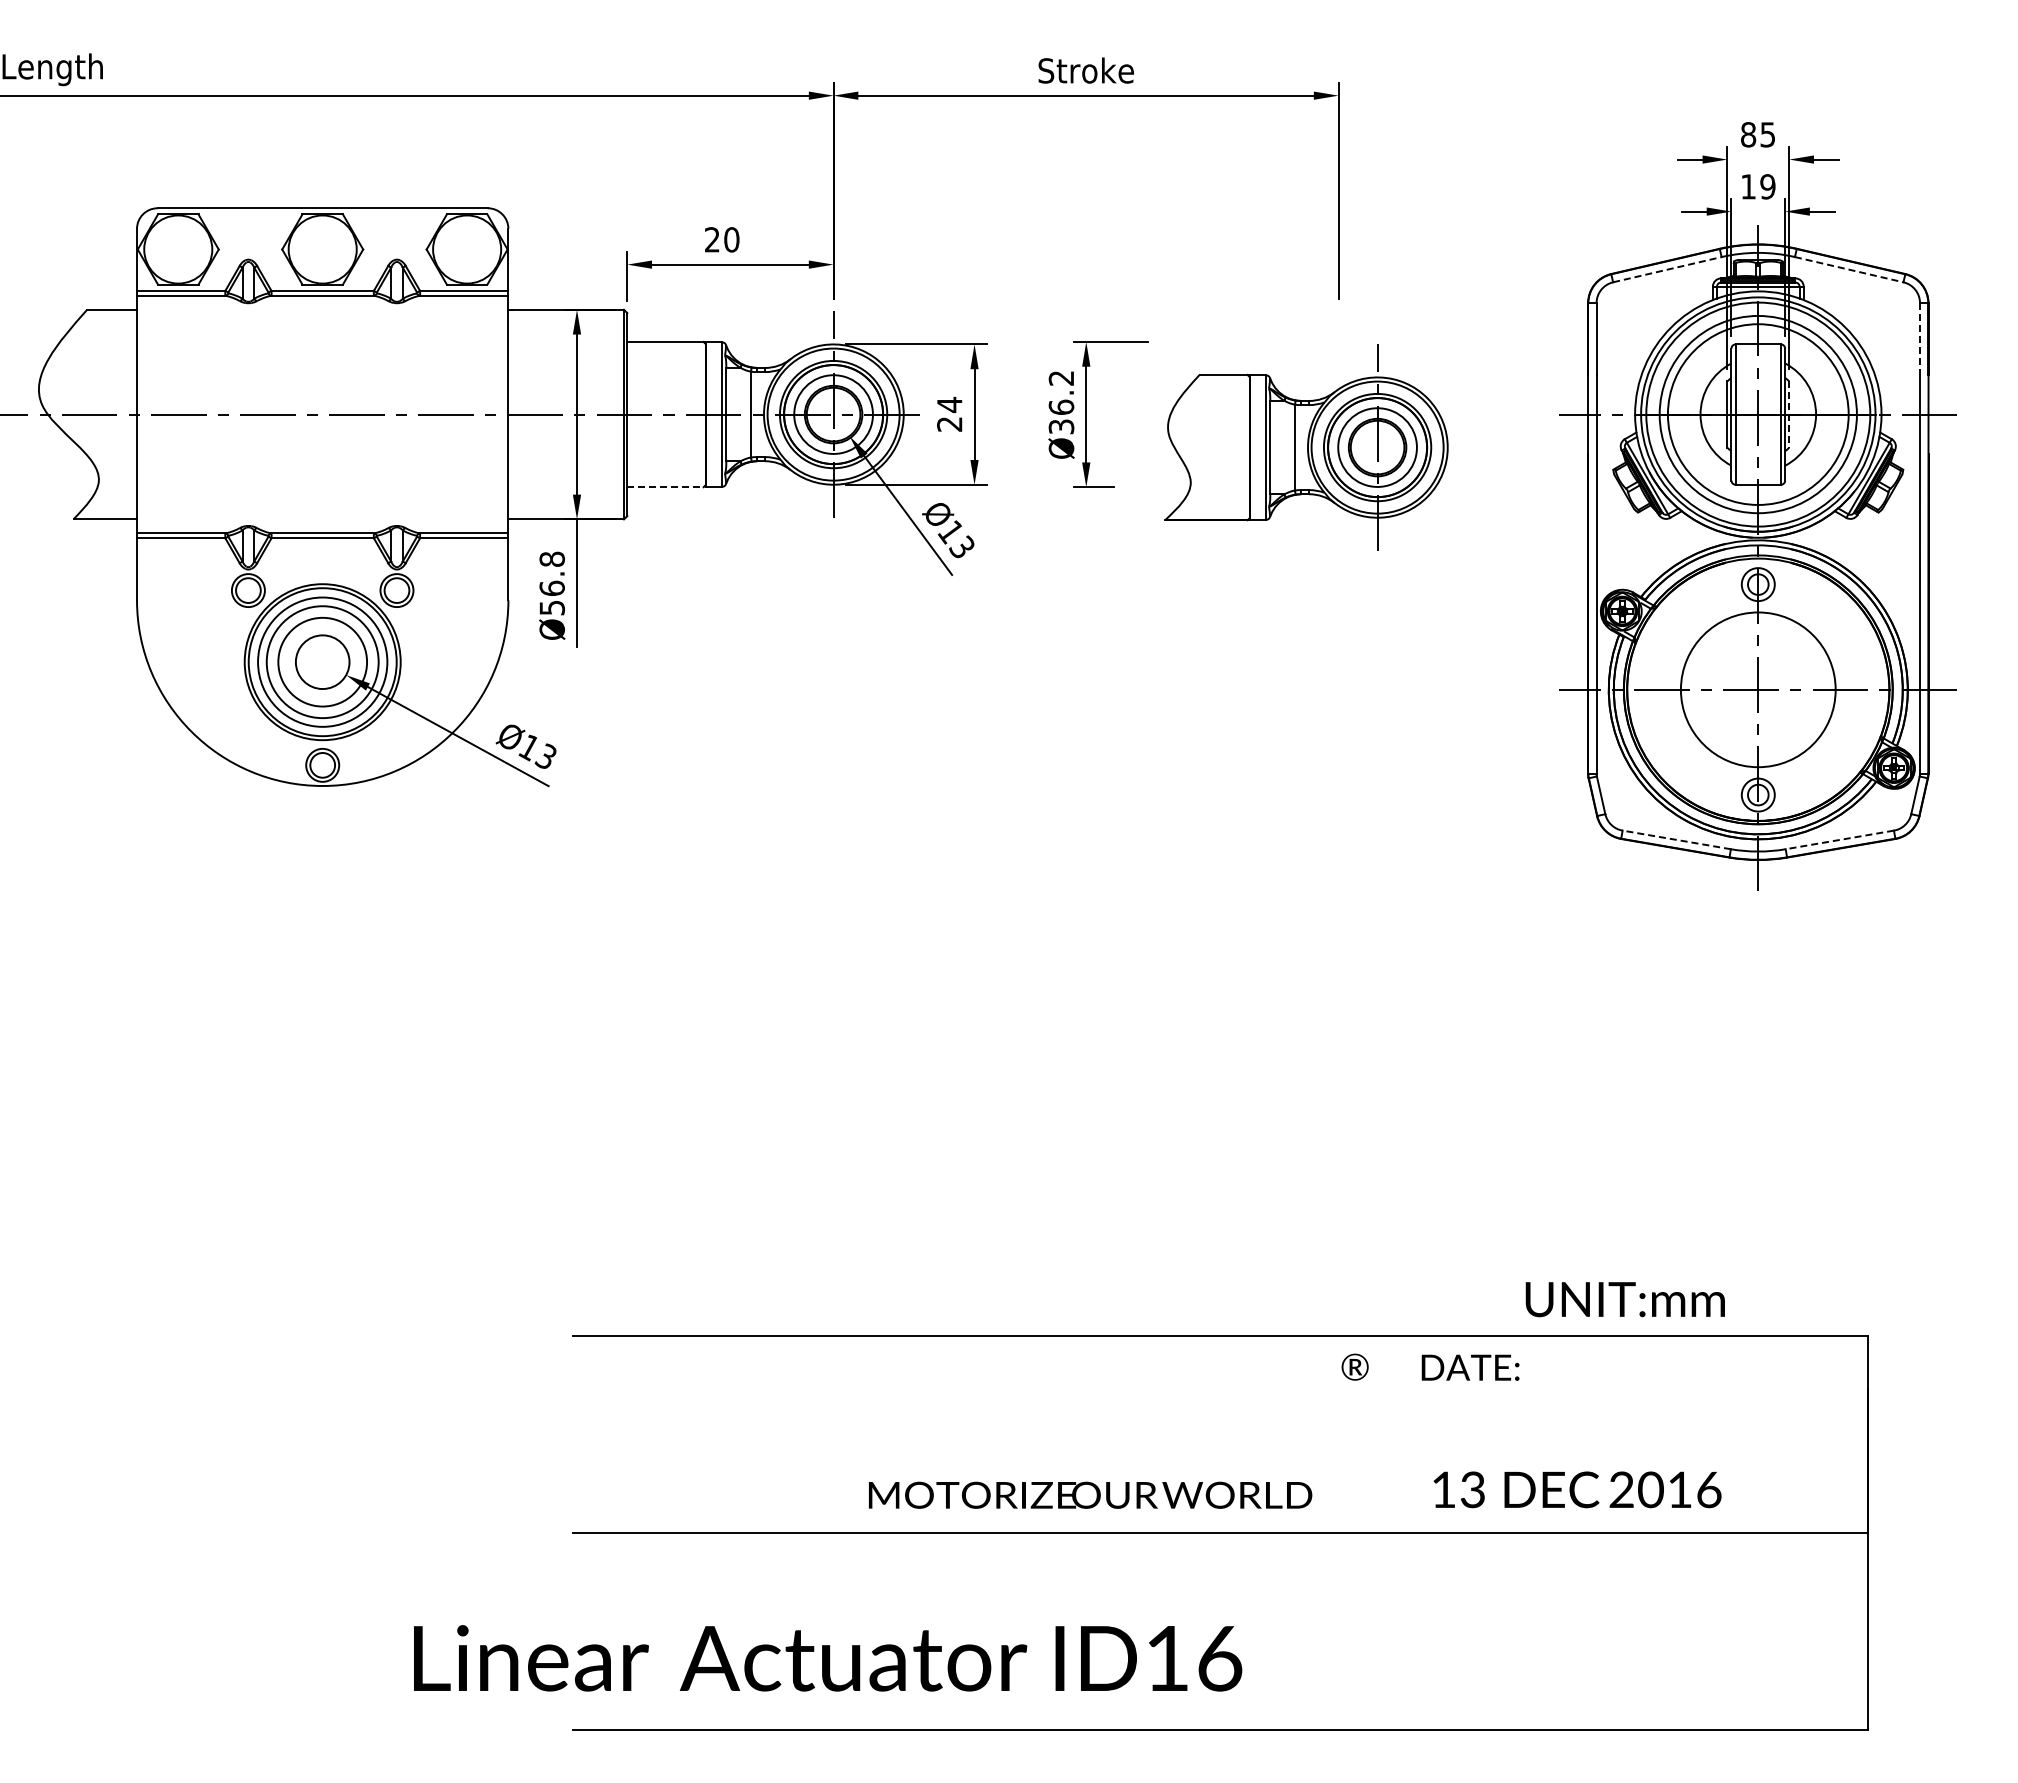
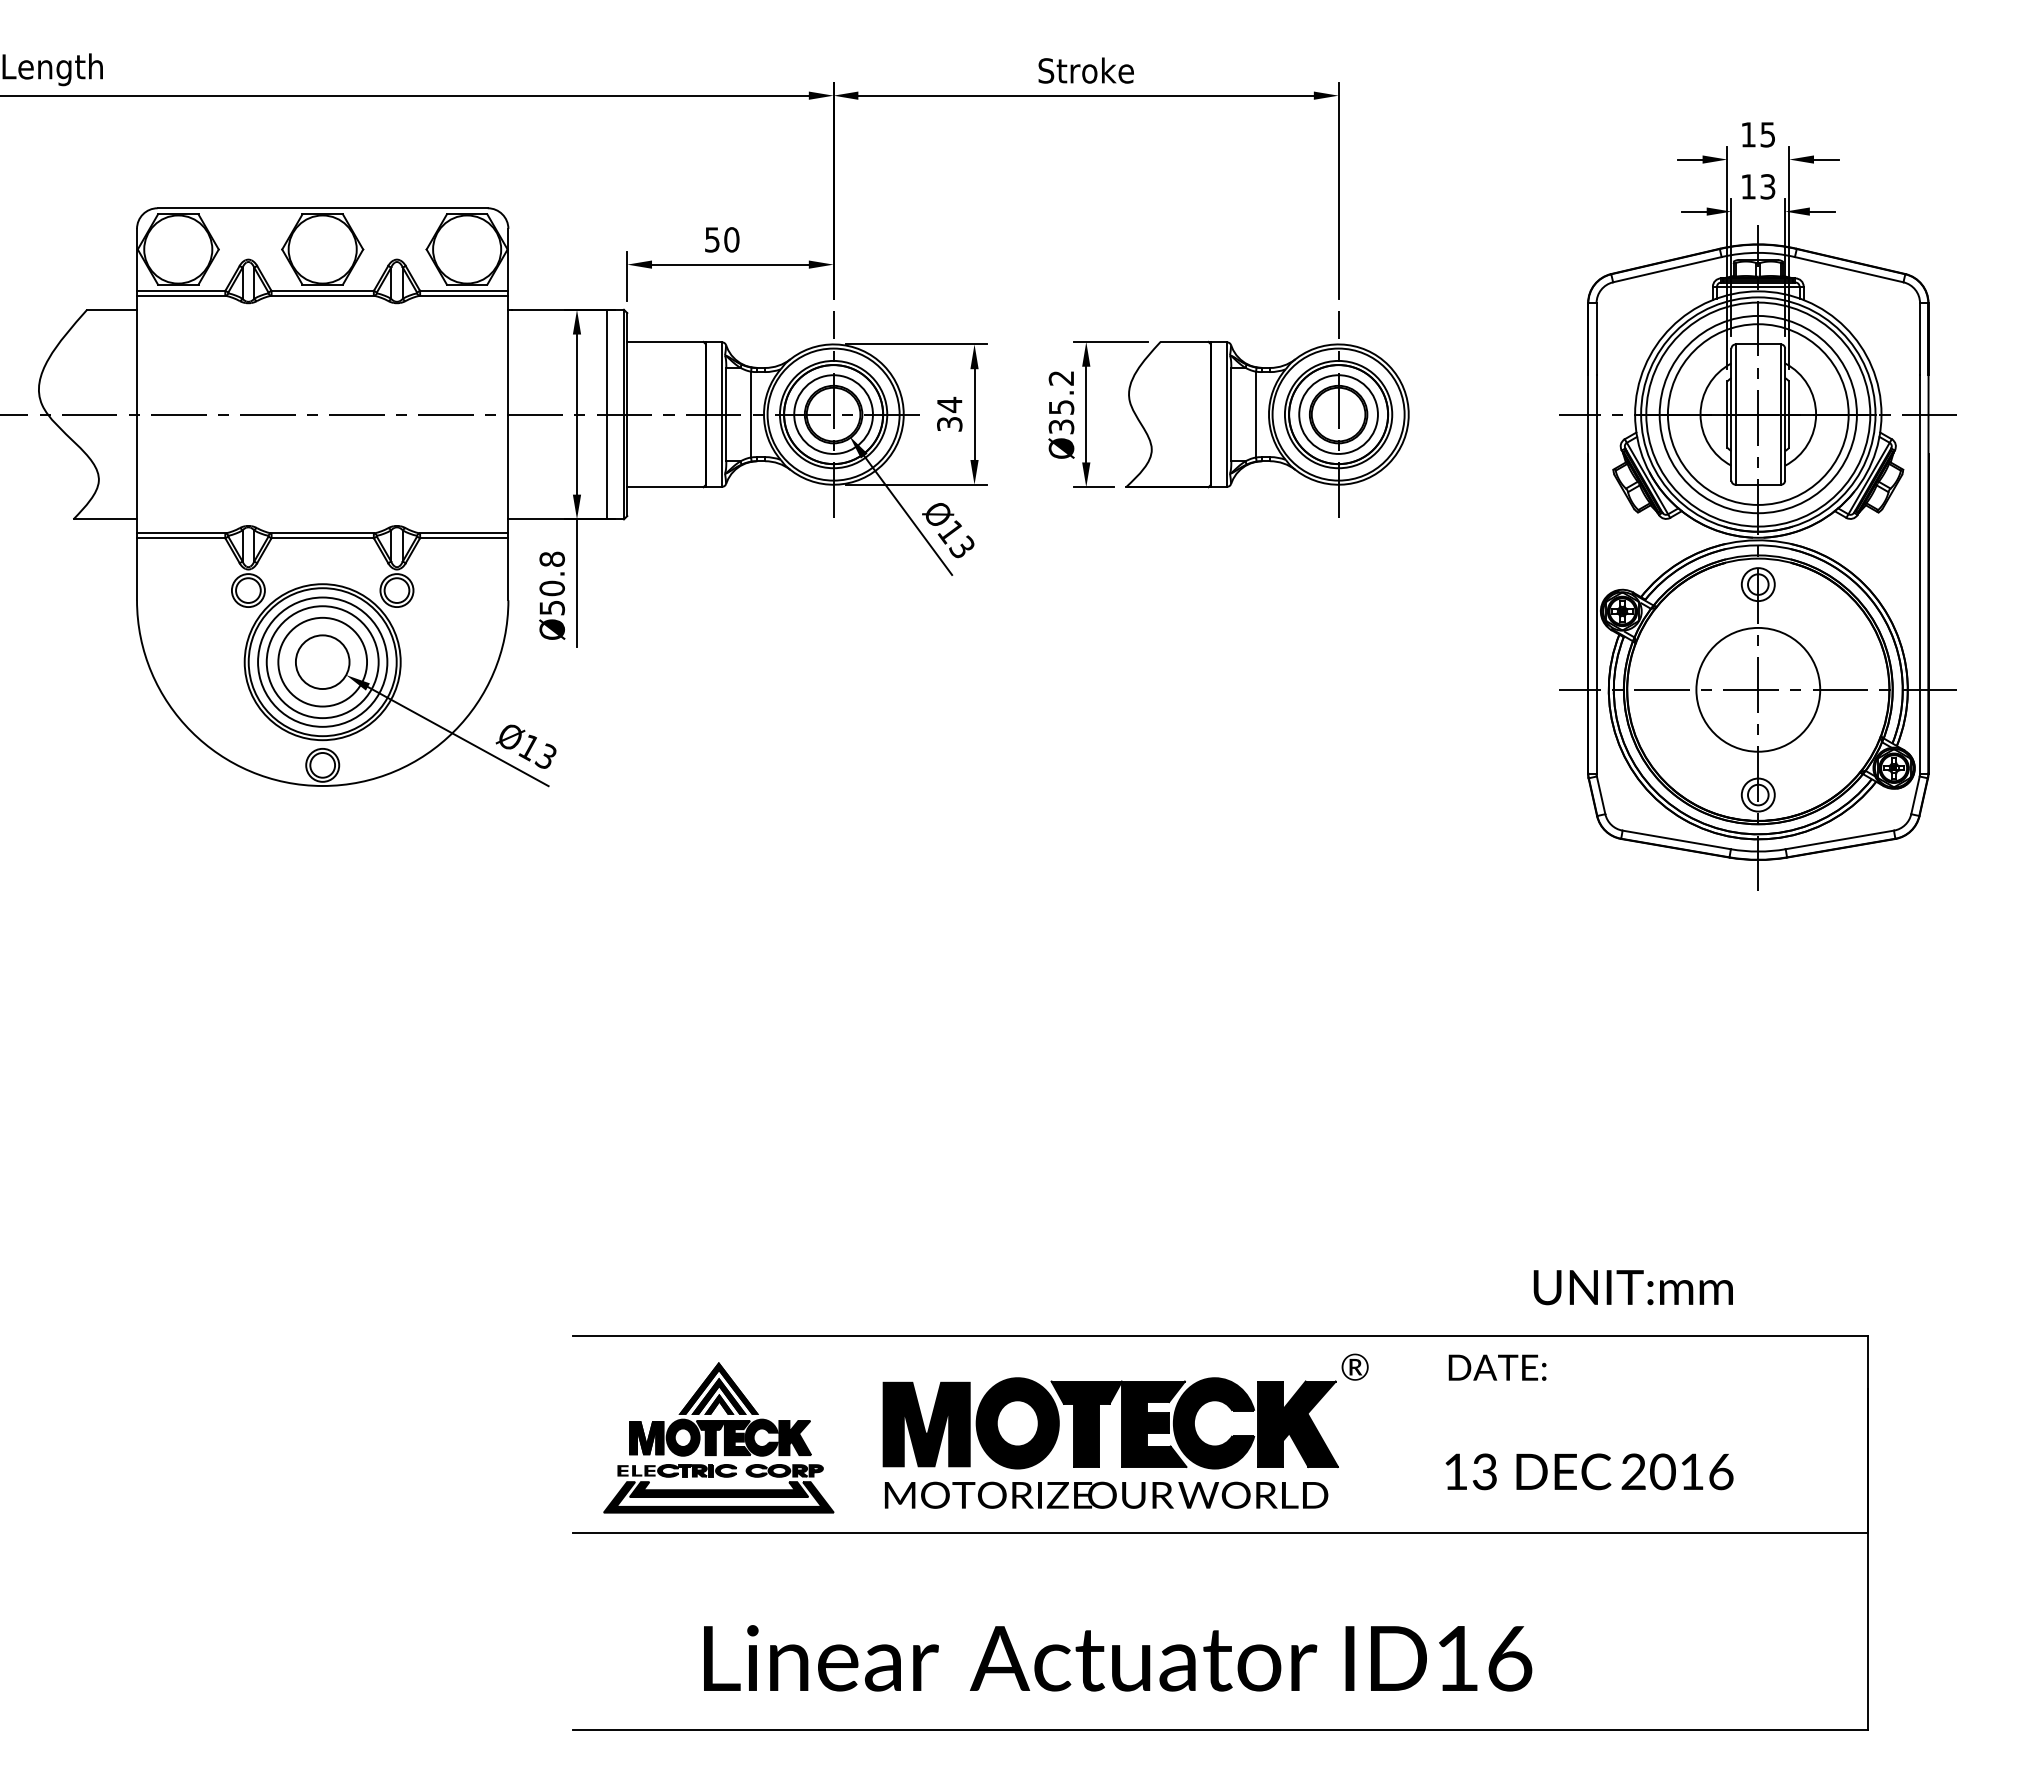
text at (1748, 134): 85 -> 15
text at (1767, 186): 19 -> 13
text at (712, 239): 20 -> 50
line at (1667, 269): dashed -> solid
line at (1849, 269): dashed -> solid
line at (1920, 339): dashed -> solid
text at (1061, 406): 36.2 -> 35.2
line at (606, 414): none -> present
line at (1789, 415): dashed -> solid
text at (949, 424): 24 -> 34
part at (1306, 447) position: (1306, 447) -> (1267, 414)
line at (665, 487): dashed -> solid
text at (551, 588): 56.8 -> 50.8
circle at (1757, 689) diameter: 155 px -> 124 px
line at (1676, 839): dashed -> solid
line at (1839, 839): dashed -> solid
text at (1624, 1299) position: (1624, 1299) -> (1632, 1287)
text at (1470, 1367) position: (1470, 1367) -> (1497, 1367)
part at (1099, 1423): none -> present
part at (718, 1437): none -> present
text at (1577, 1489) position: (1577, 1489) -> (1589, 1471)
text at (1090, 1494) position: (1090, 1494) -> (1106, 1494)
text at (828, 1658) position: (828, 1658) -> (1118, 1658)
